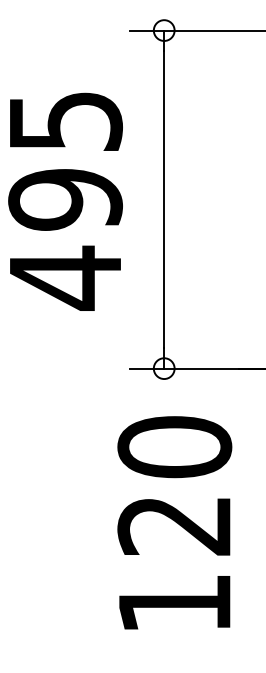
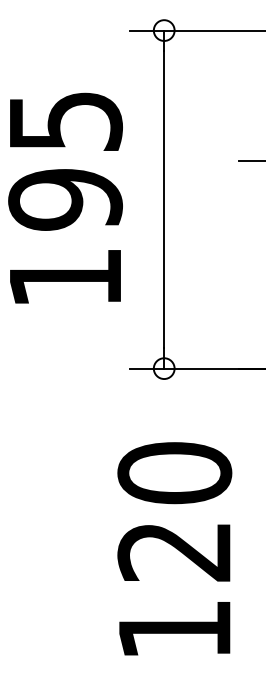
line at (250, 161): none -> present
text at (65, 277): 495 -> 195
text at (174, 522) position: (174, 522) -> (174, 548)
